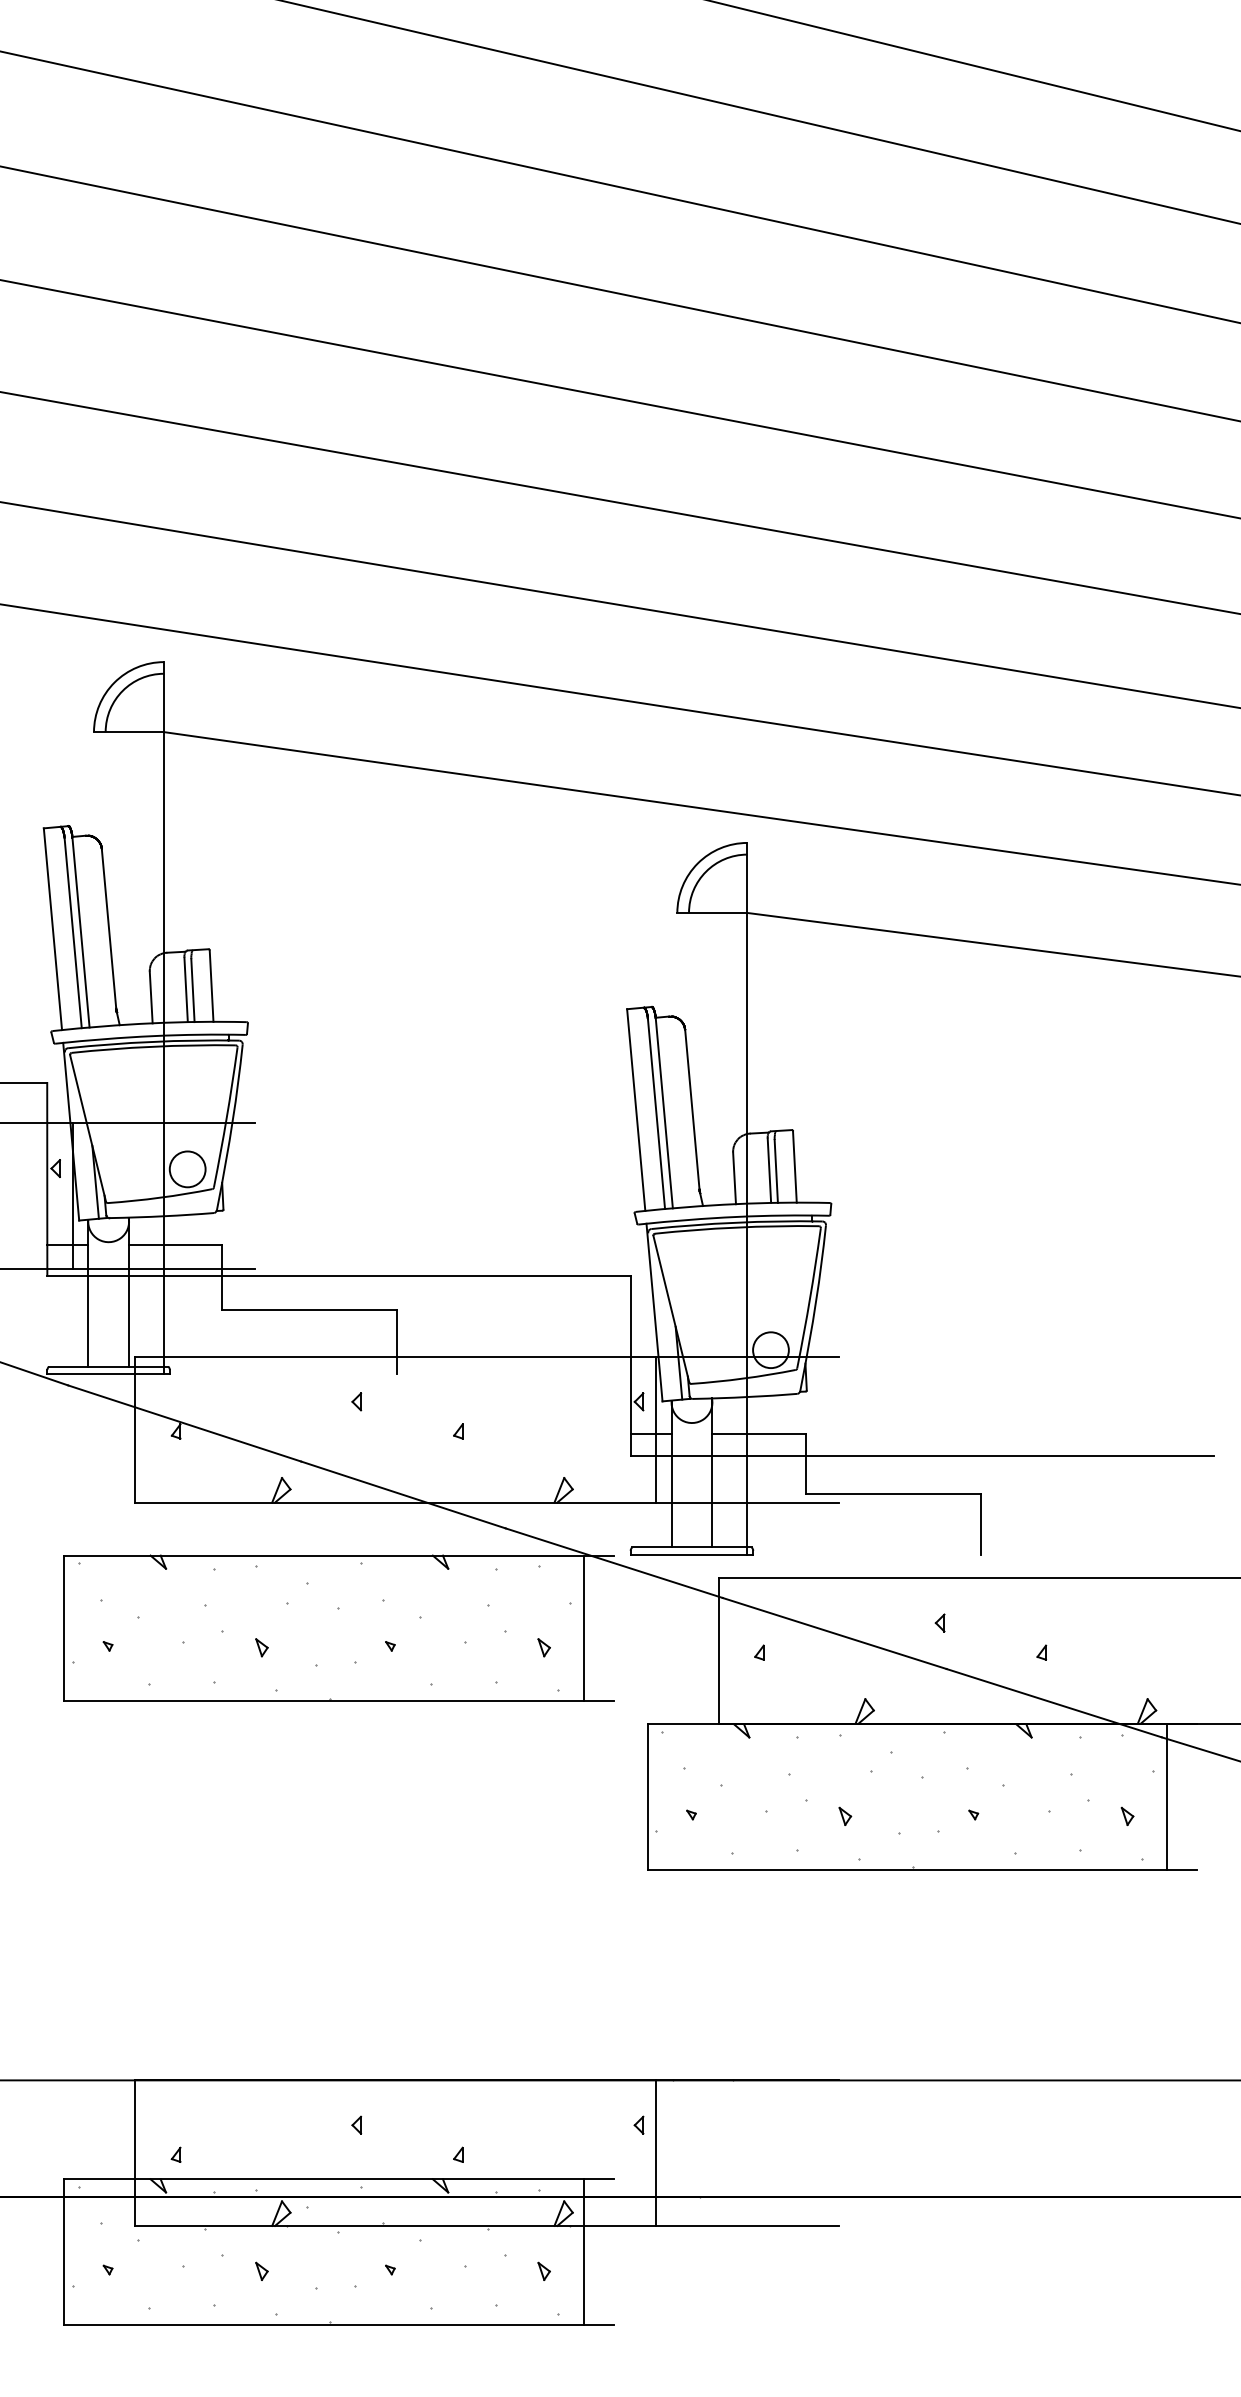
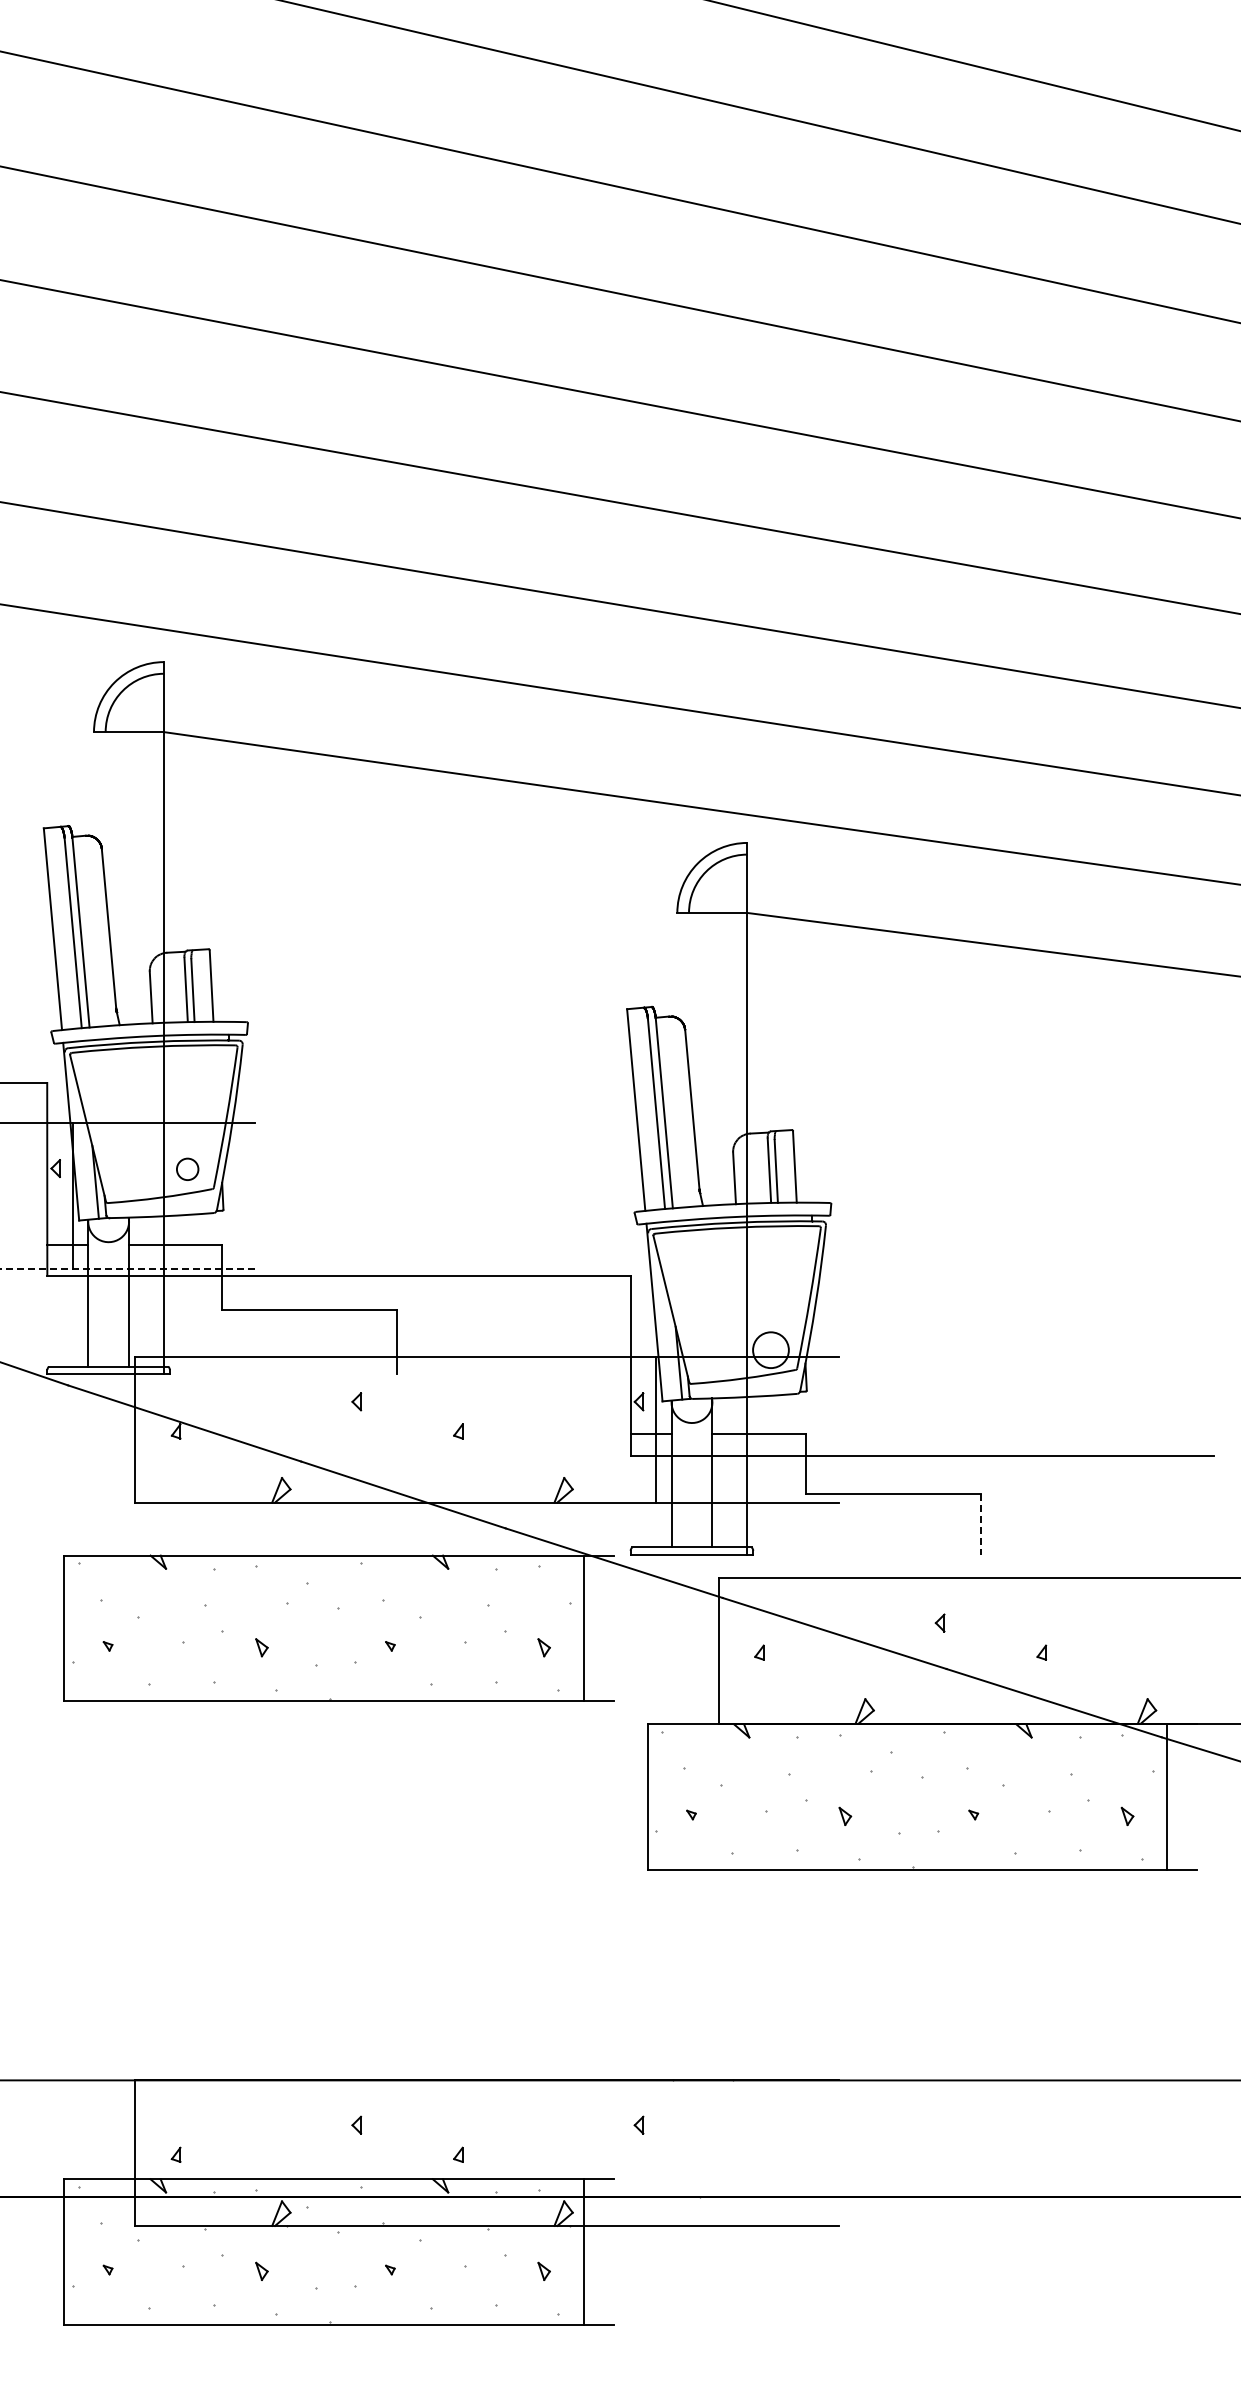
circle at (187, 1169) diameter: 36 px -> 21 px
line at (127, 1269): solid -> dashed
line at (980, 1524): solid -> dashed
line at (656, 2152): present -> none
